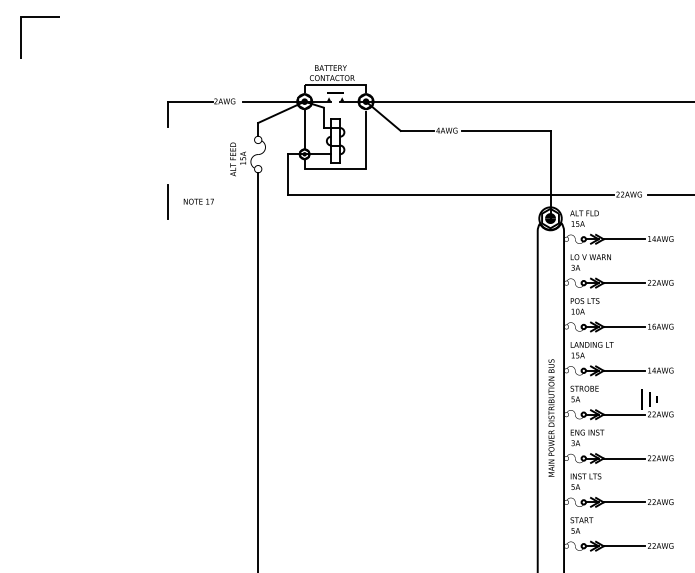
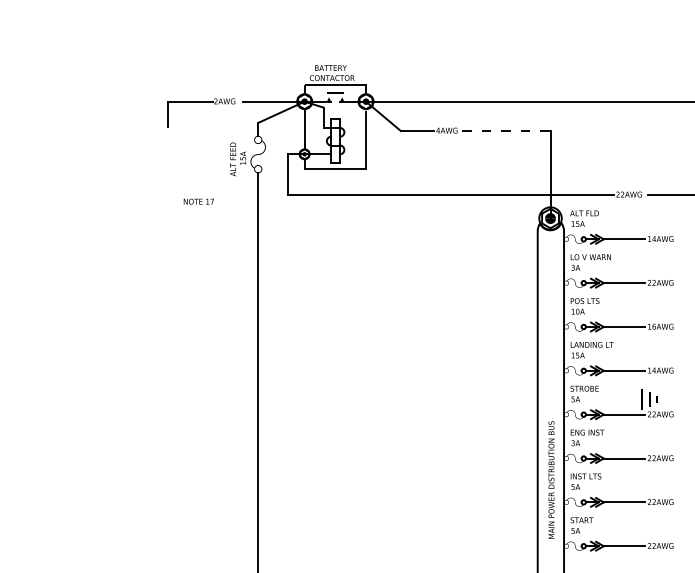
line at (21, 37): present -> none
line at (506, 130): solid -> dashed
line at (168, 201): present -> none
text at (551, 417) position: (551, 417) -> (551, 479)
